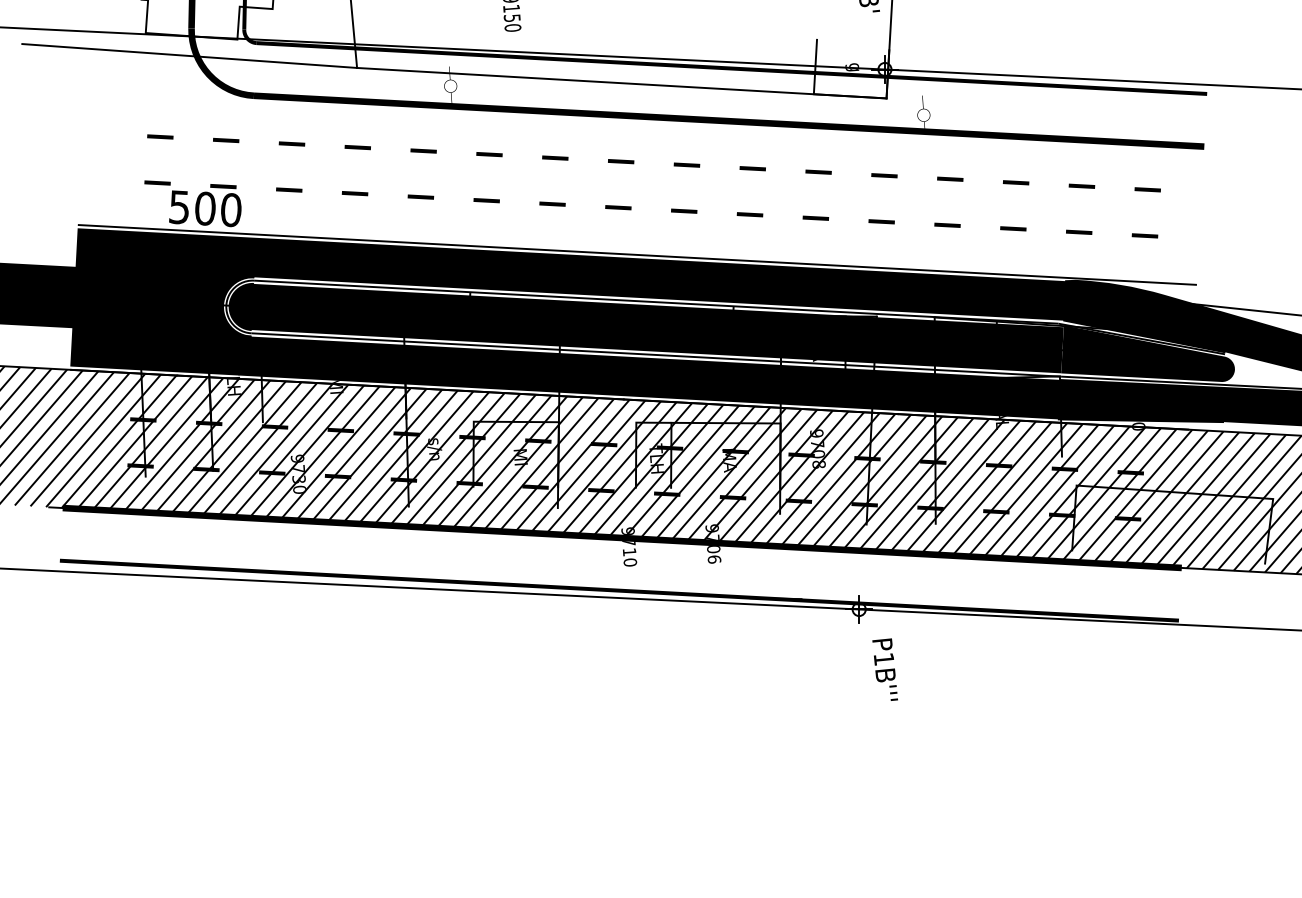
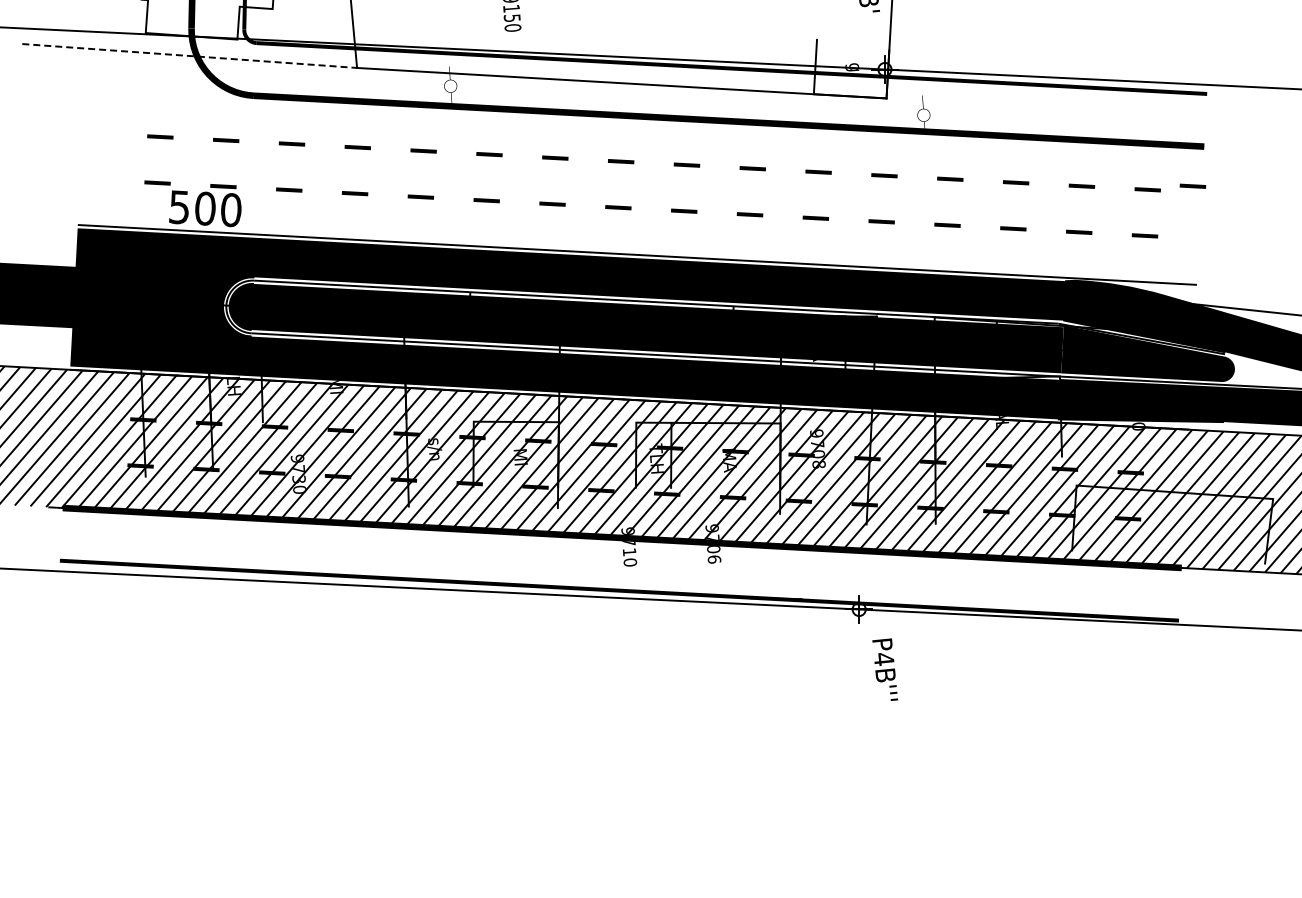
line at (189, 56): solid -> dashed
part at (1192, 185): none -> present
text at (884, 659): P1B''' -> P4B'''
